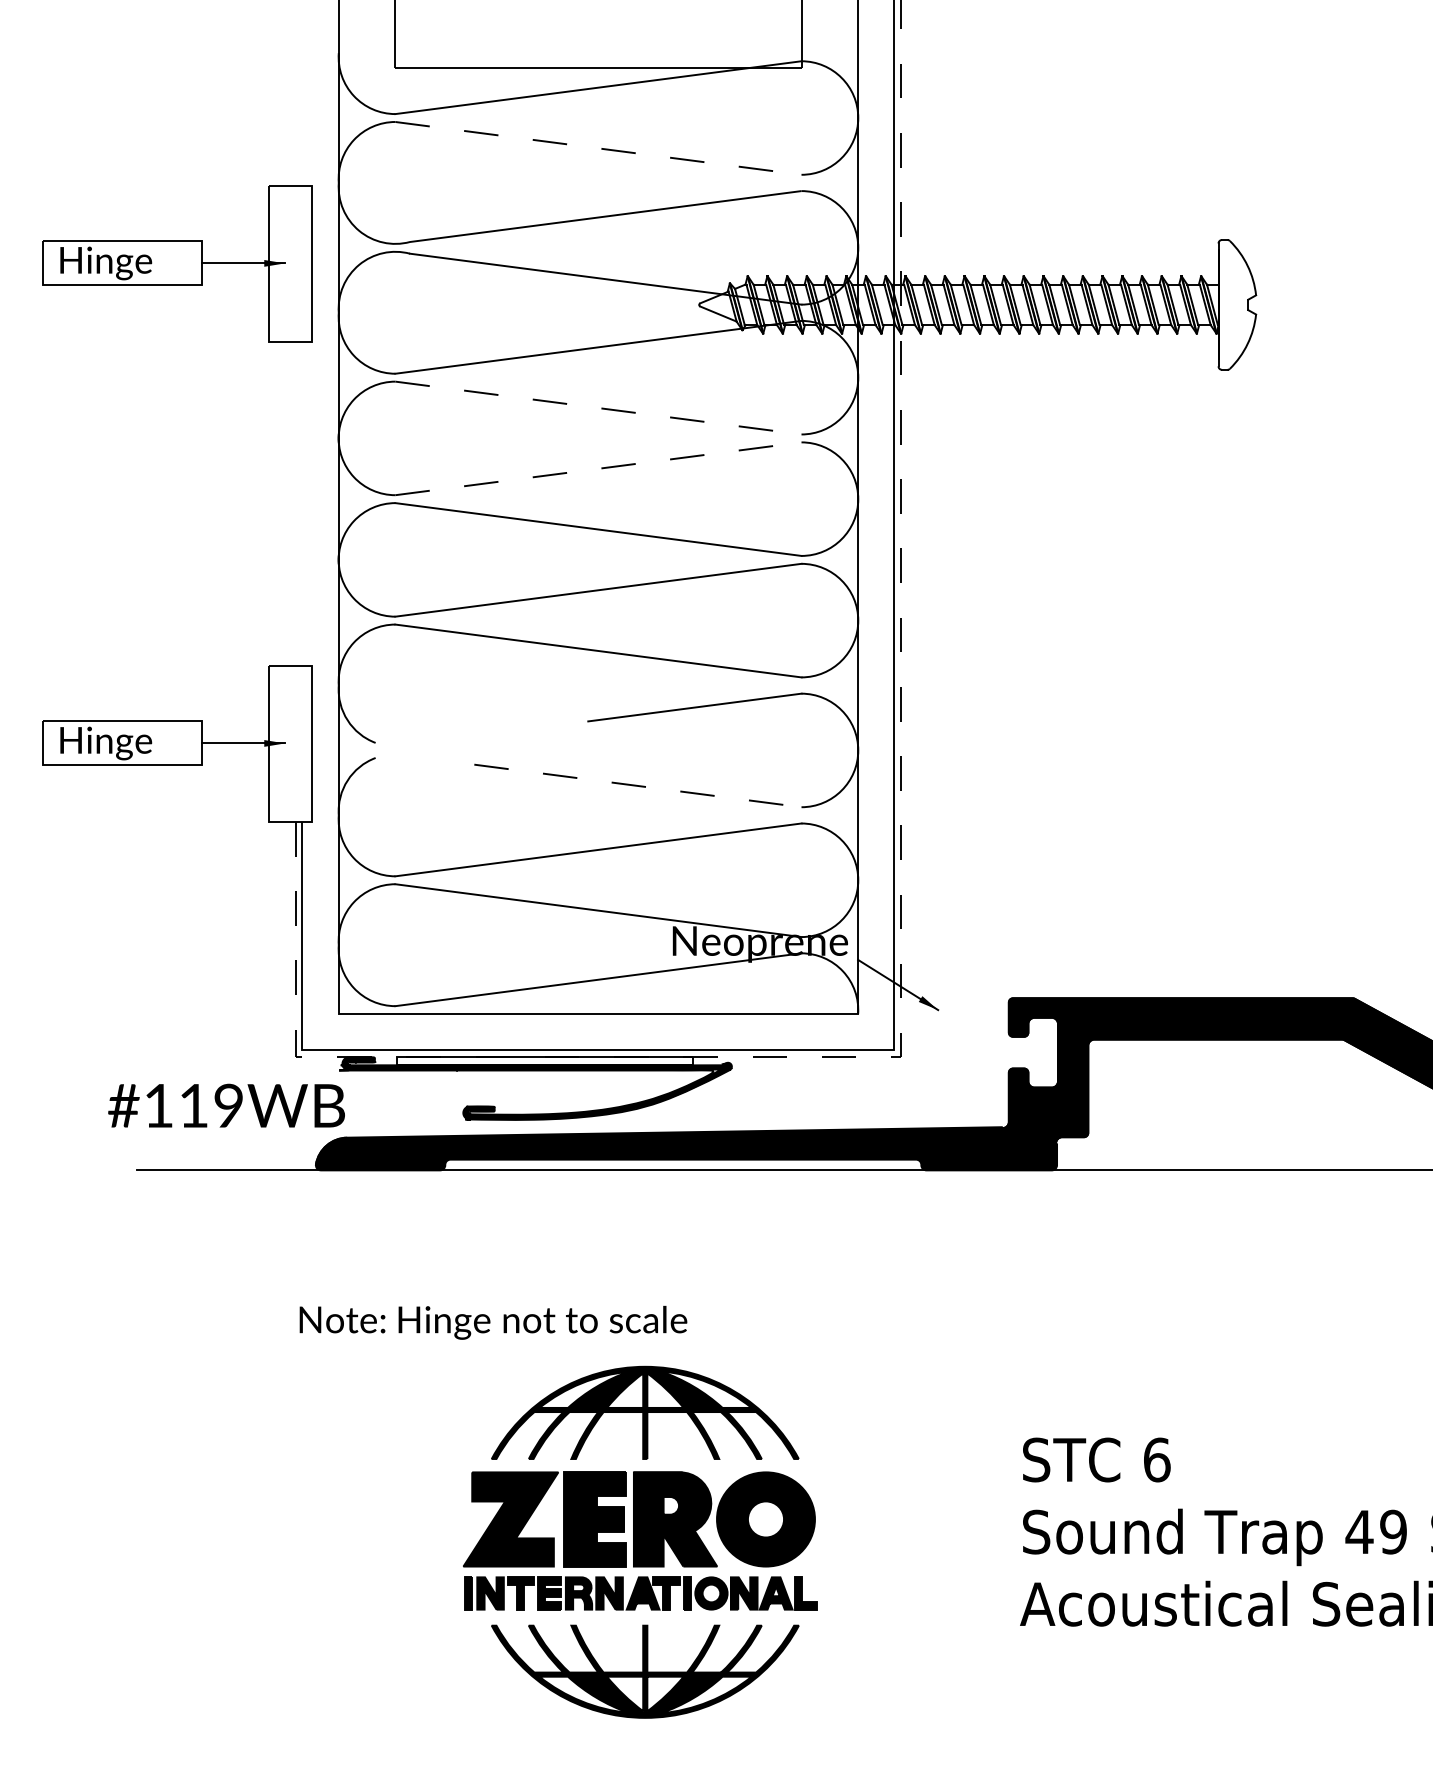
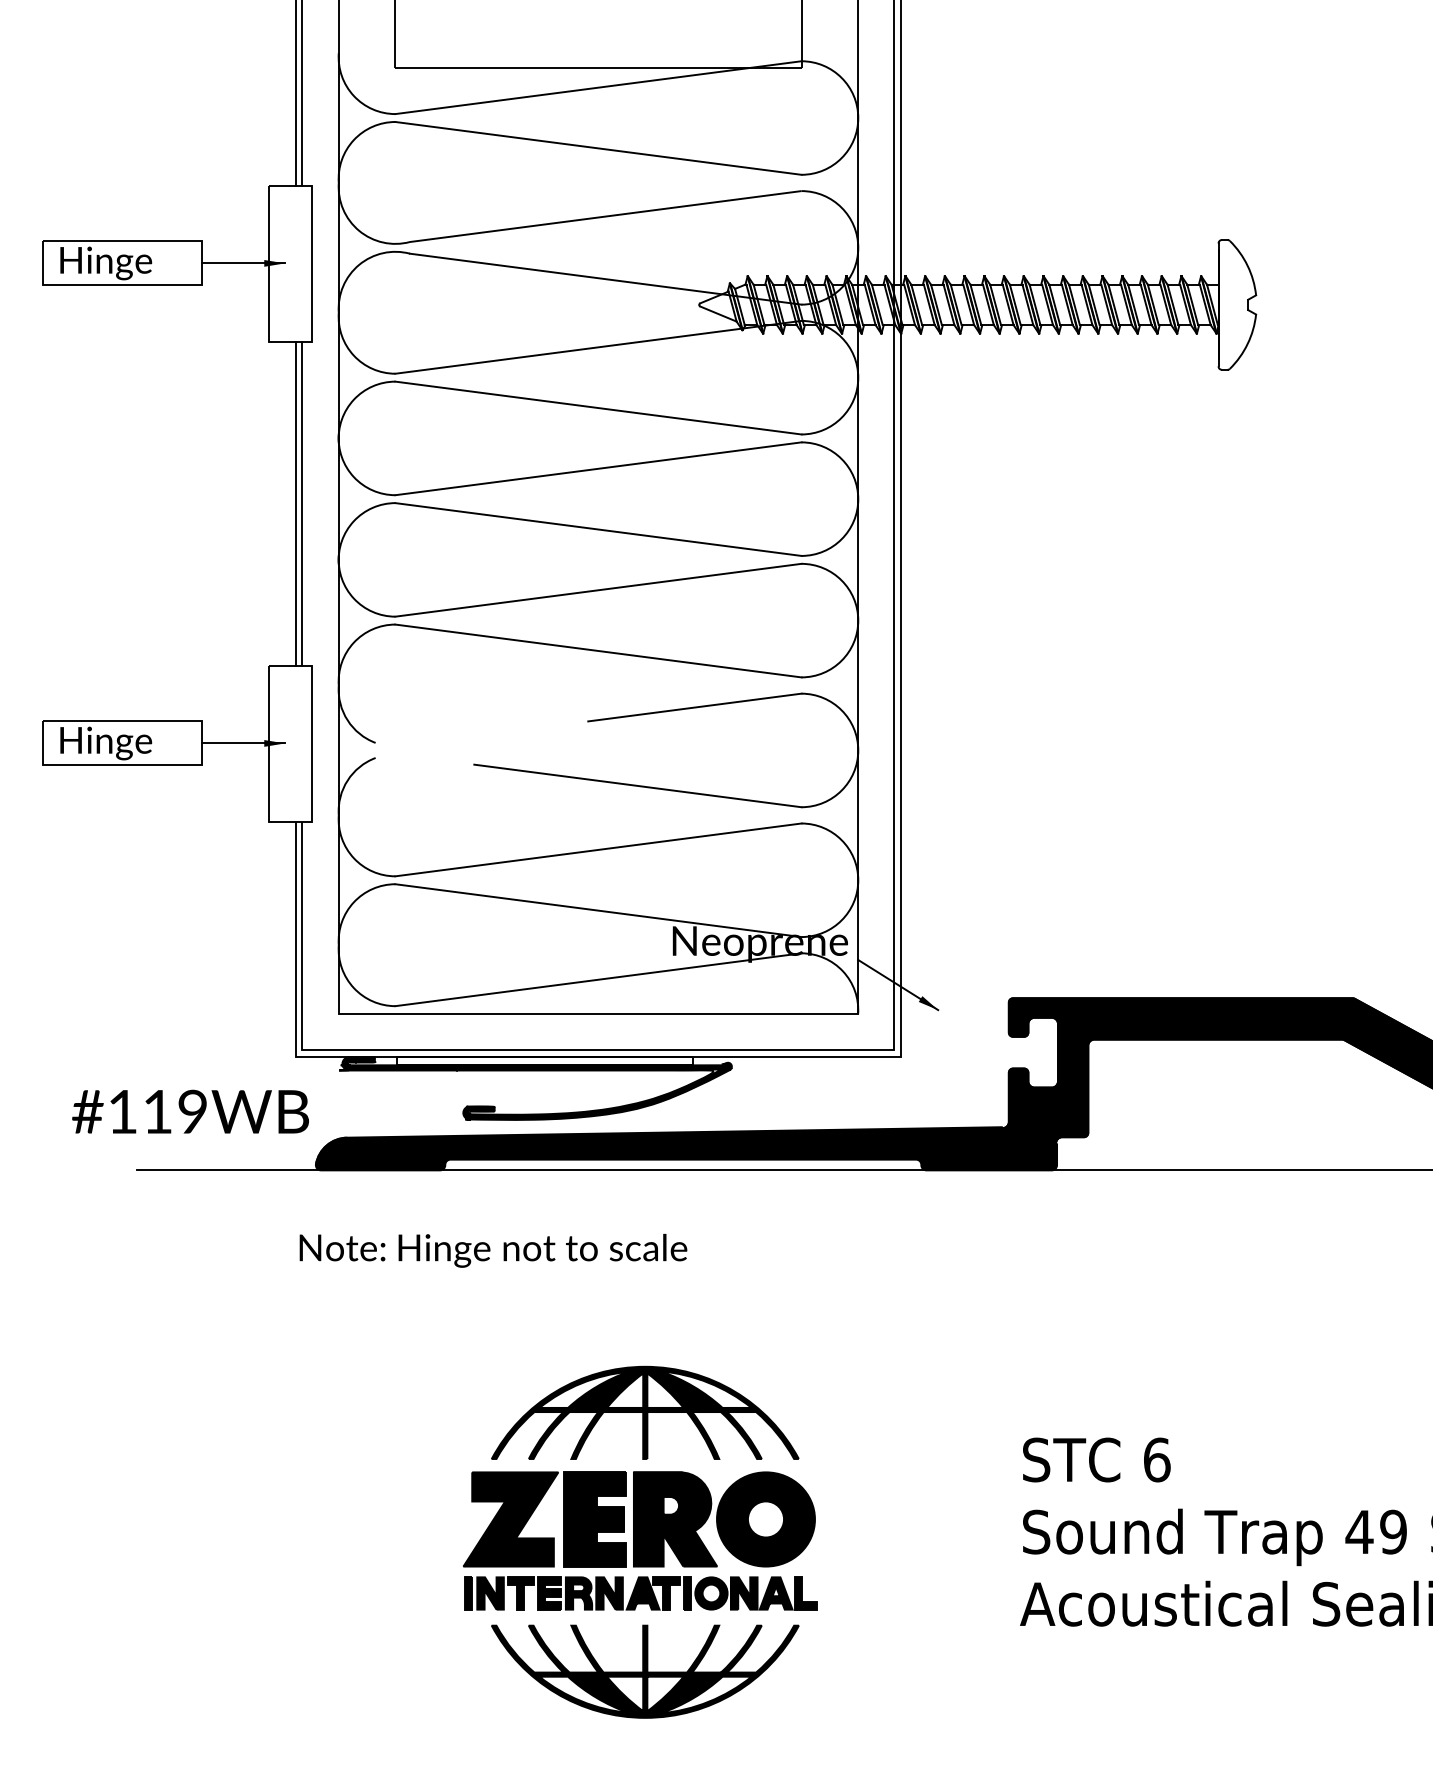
line at (295, 94): none -> present
line at (302, 94): none -> present
line at (598, 148): dashed -> solid
line at (598, 408): dashed -> solid
line at (598, 468): dashed -> solid
line at (295, 503): none -> present
line at (302, 503): none -> present
line at (637, 785): dashed -> solid
line at (901, 950): dashed -> solid
text at (226, 1105) position: (226, 1105) -> (190, 1111)
text at (493, 1322) position: (493, 1322) -> (493, 1250)
